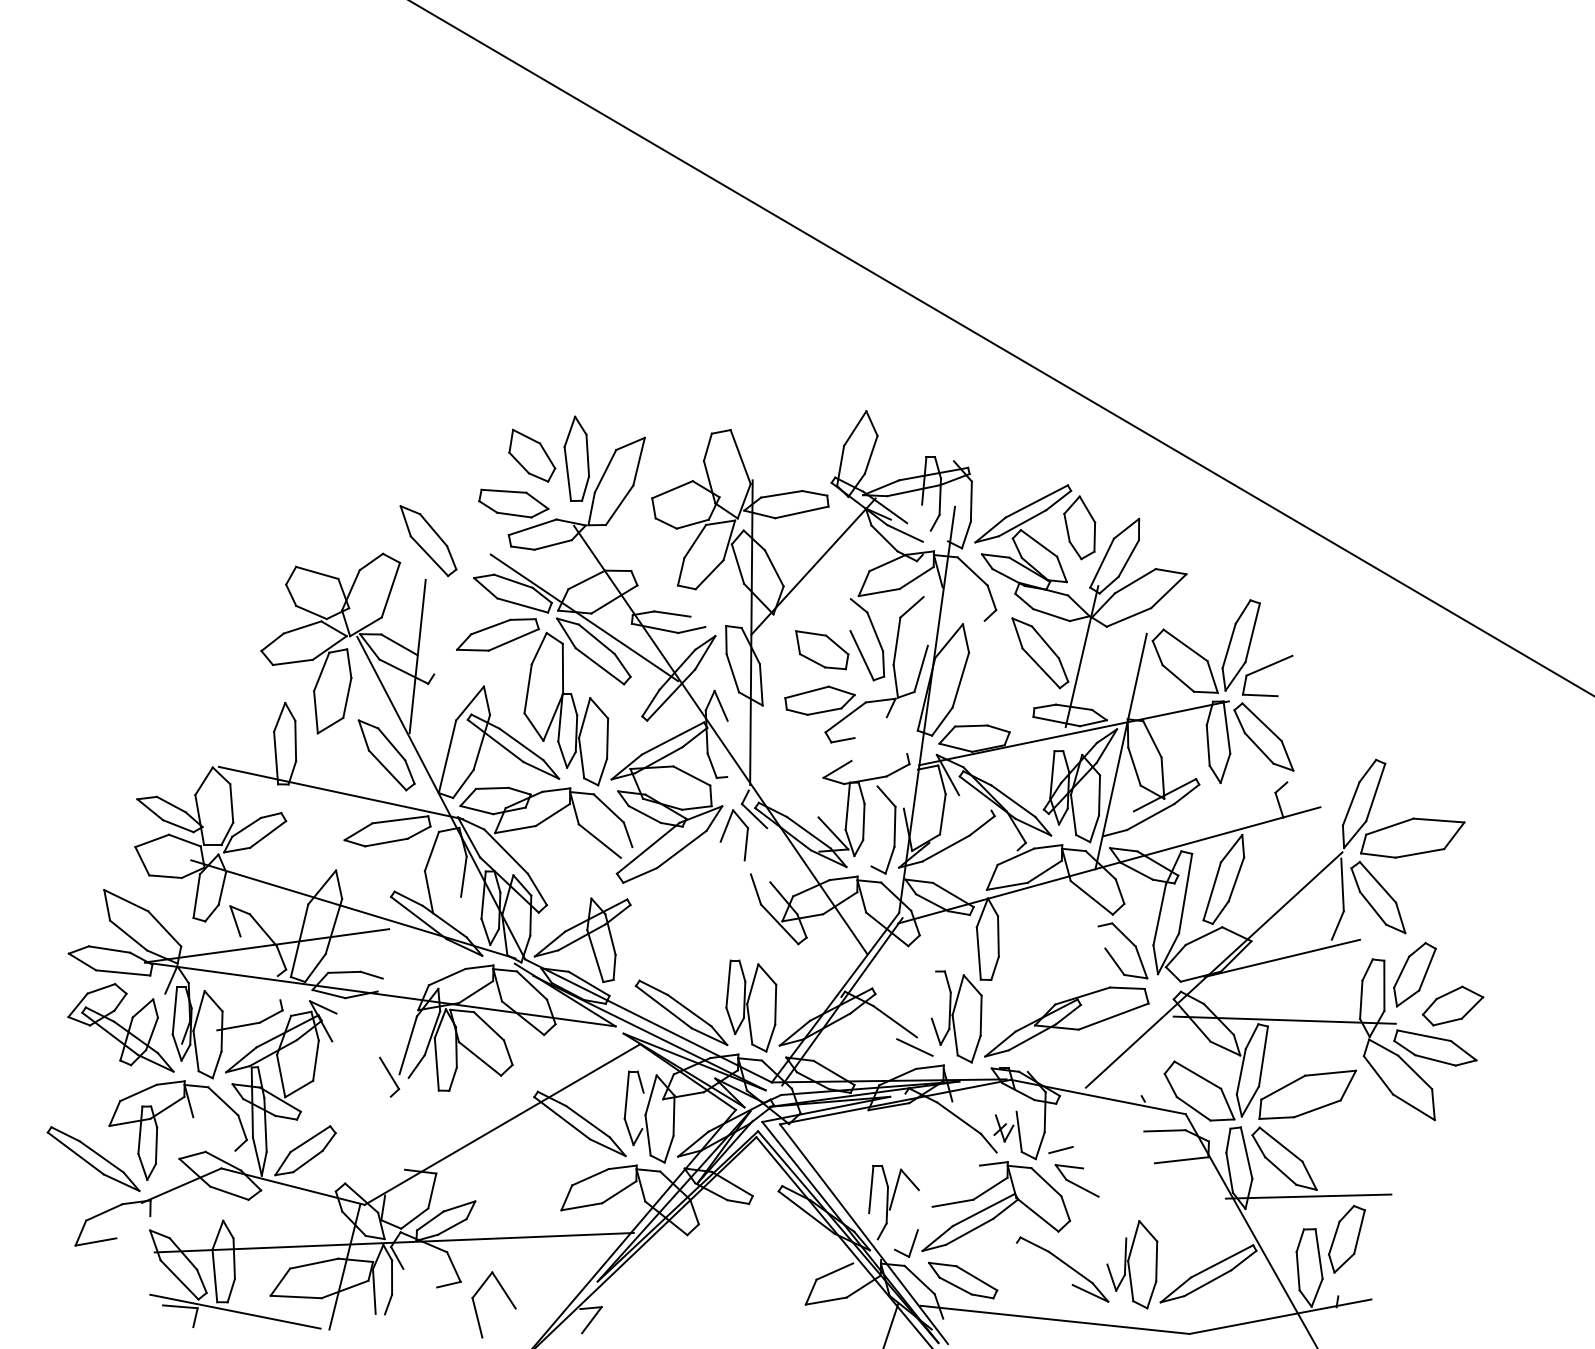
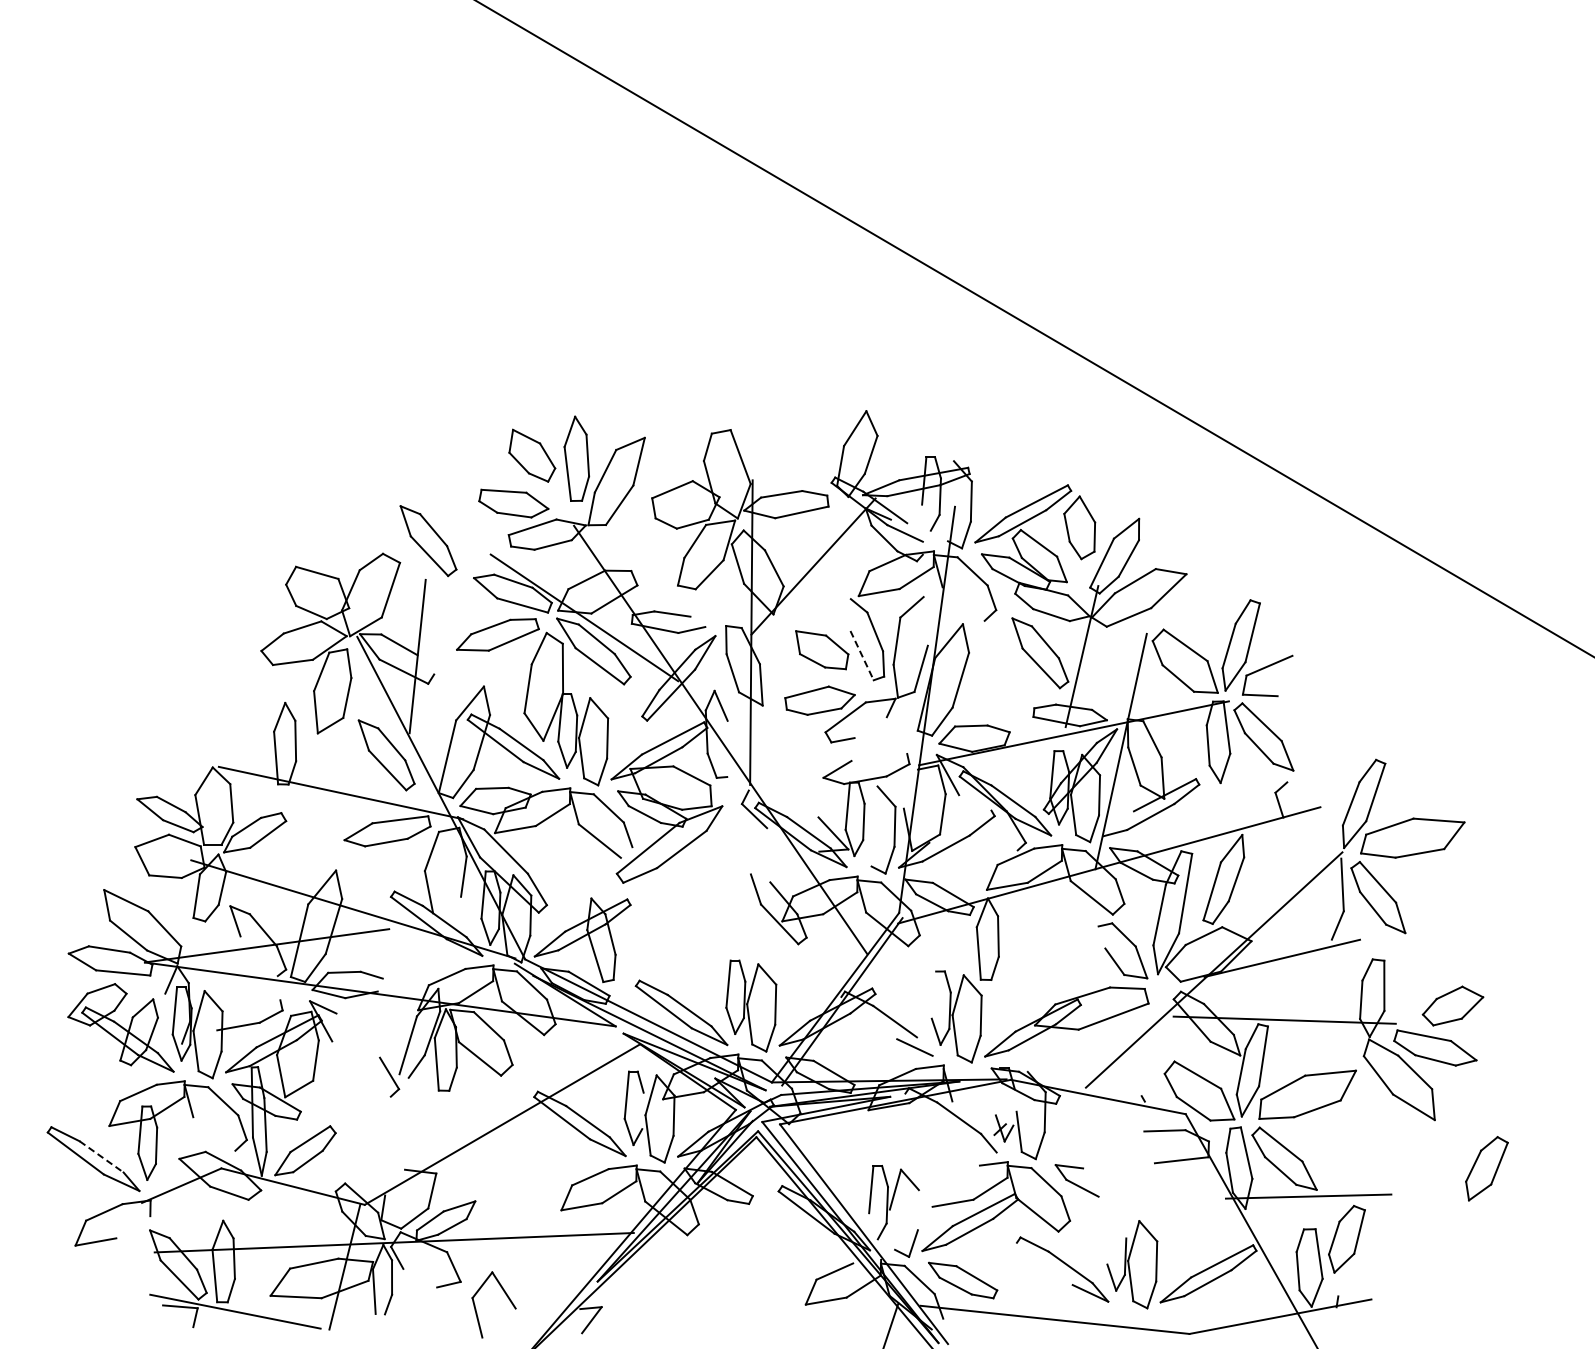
line at (1001, 348) position: (1001, 348) -> (1034, 328)
line at (862, 656): solid -> dashed
part at (725, 832): present -> none
part at (1414, 974) position: (1414, 974) -> (1486, 1168)
line at (1060, 1149): present -> none
line at (101, 1156): solid -> dashed
